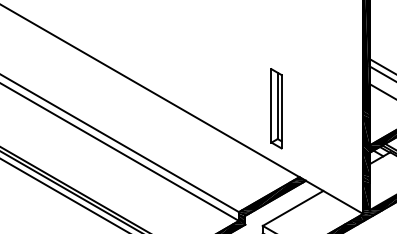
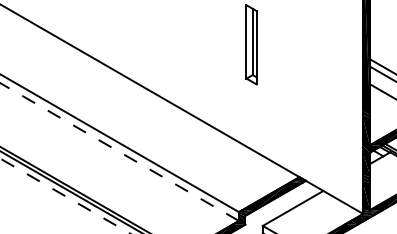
part at (276, 108) position: (276, 108) -> (251, 44)
line at (119, 151): solid -> dashed
line at (65, 196): solid -> dashed
